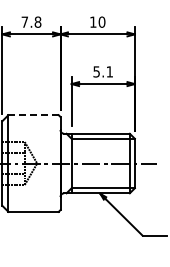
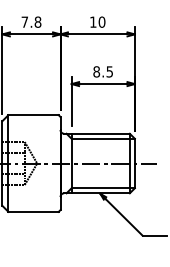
text at (102, 71): 5.1 -> 8.5
line at (34, 115): dashed -> solid
